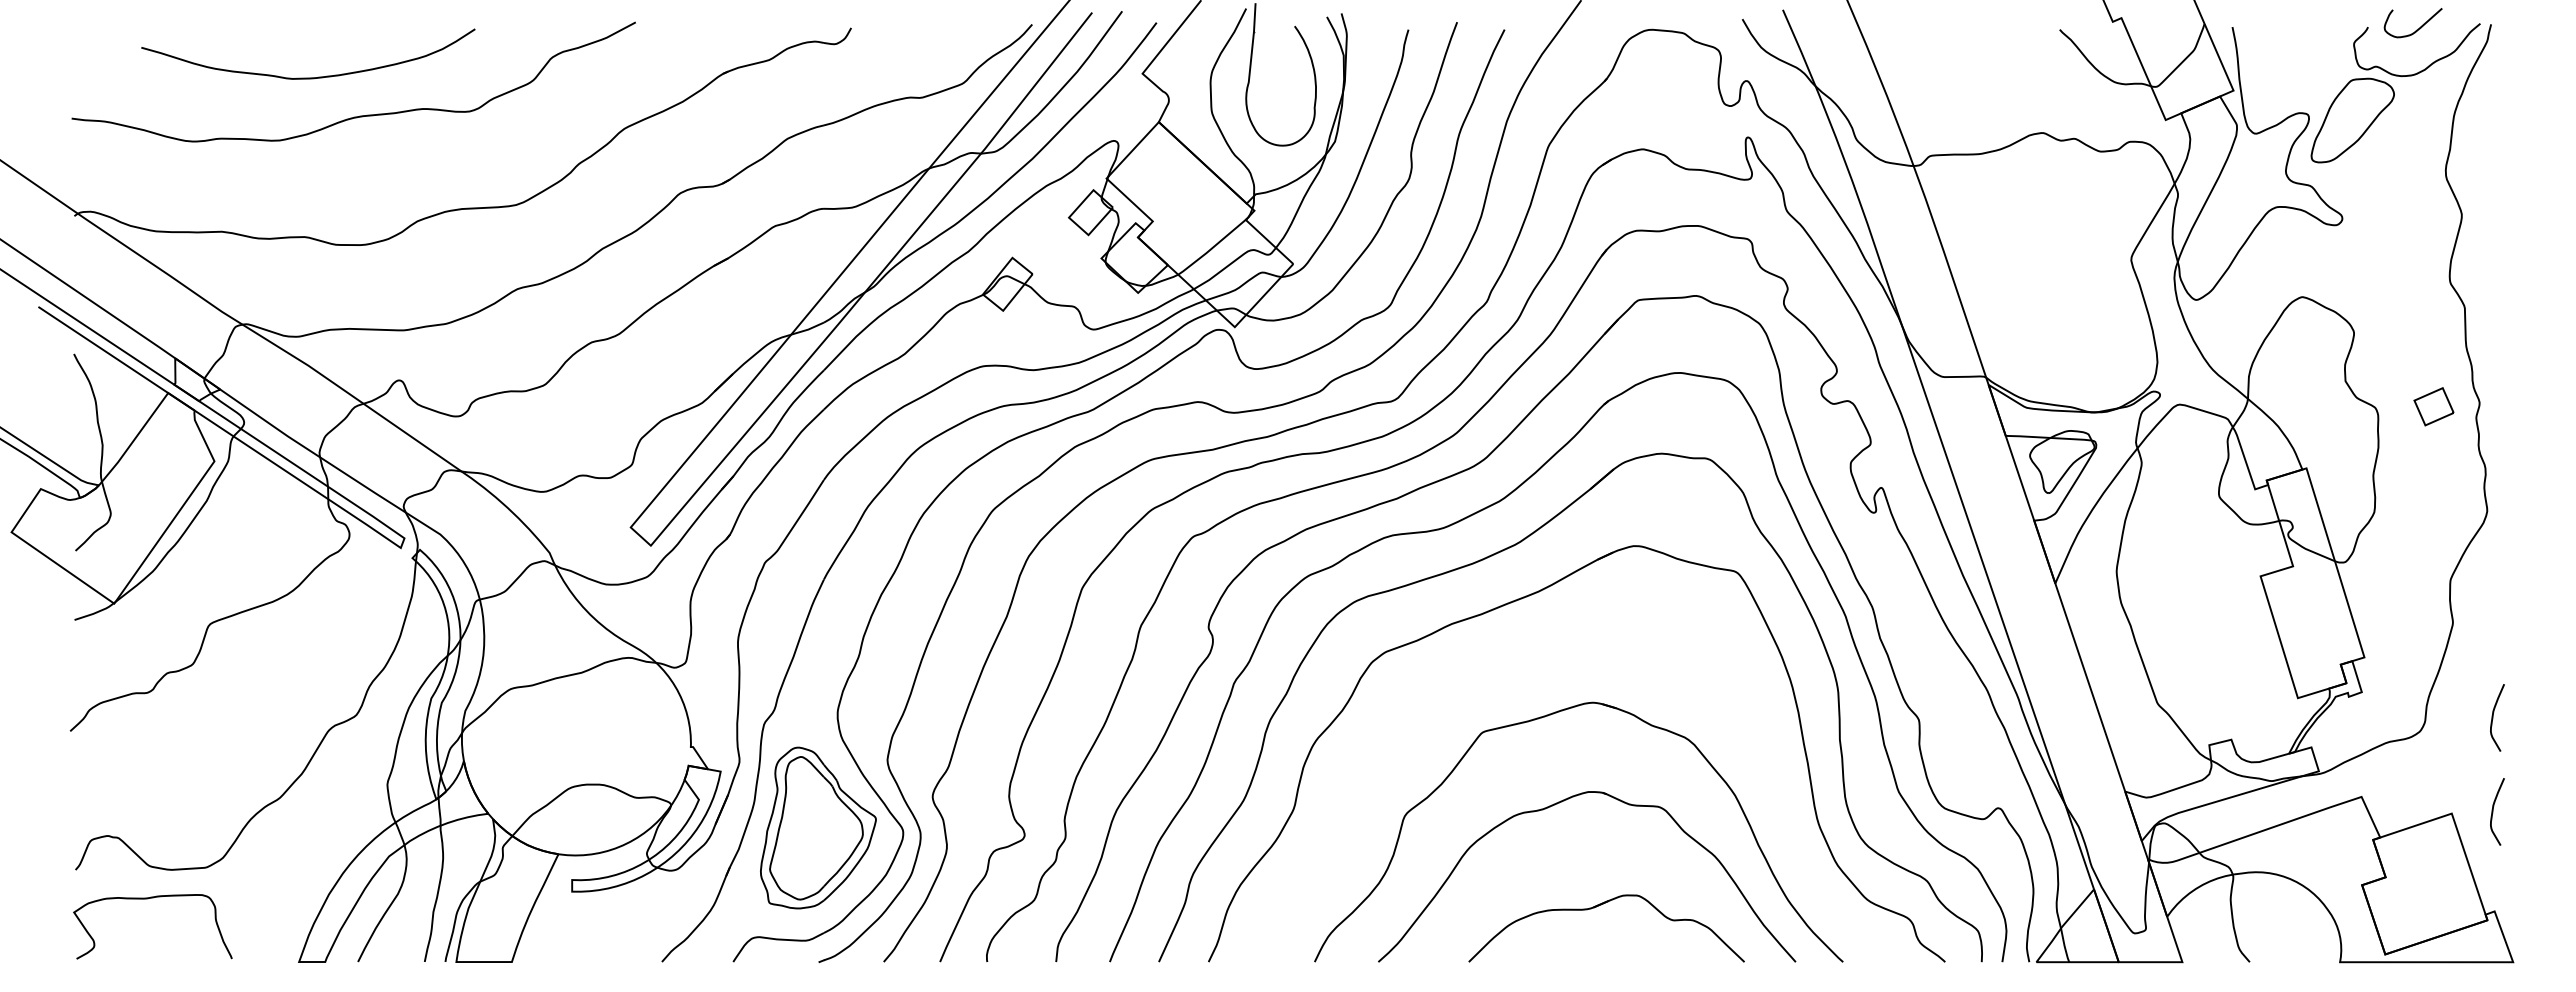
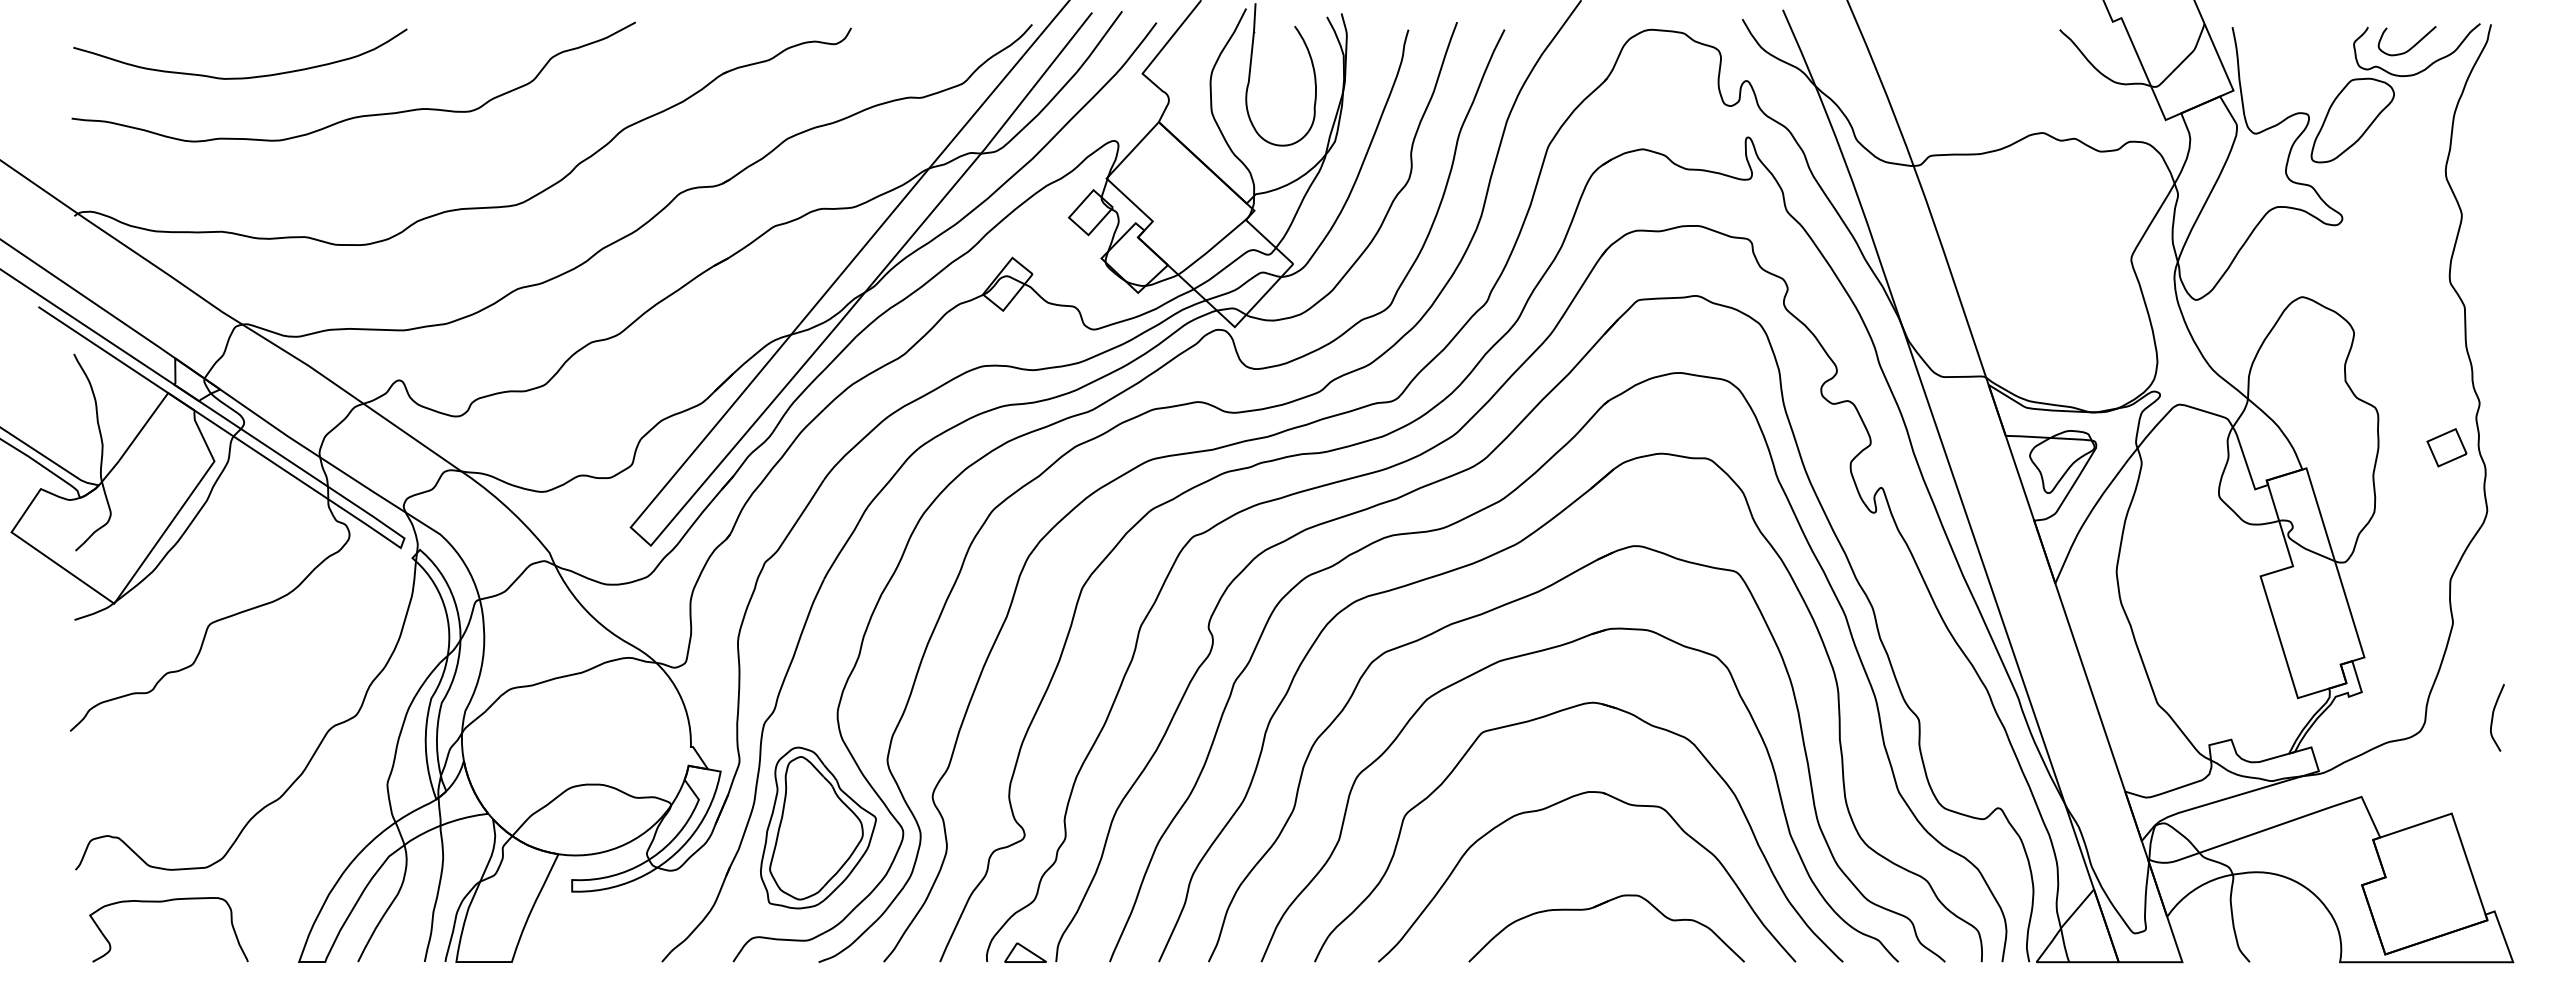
curve at (2416, 29) position: (2416, 29) -> (2410, 47)
curve at (308, 77) position: (308, 77) -> (240, 77)
part at (2433, 406) position: (2433, 406) -> (2446, 447)
part at (1543, 651): none -> present
curve at (2493, 811): present -> none
curve at (148, 899) position: (148, 899) -> (164, 902)
part at (1025, 952): none -> present
